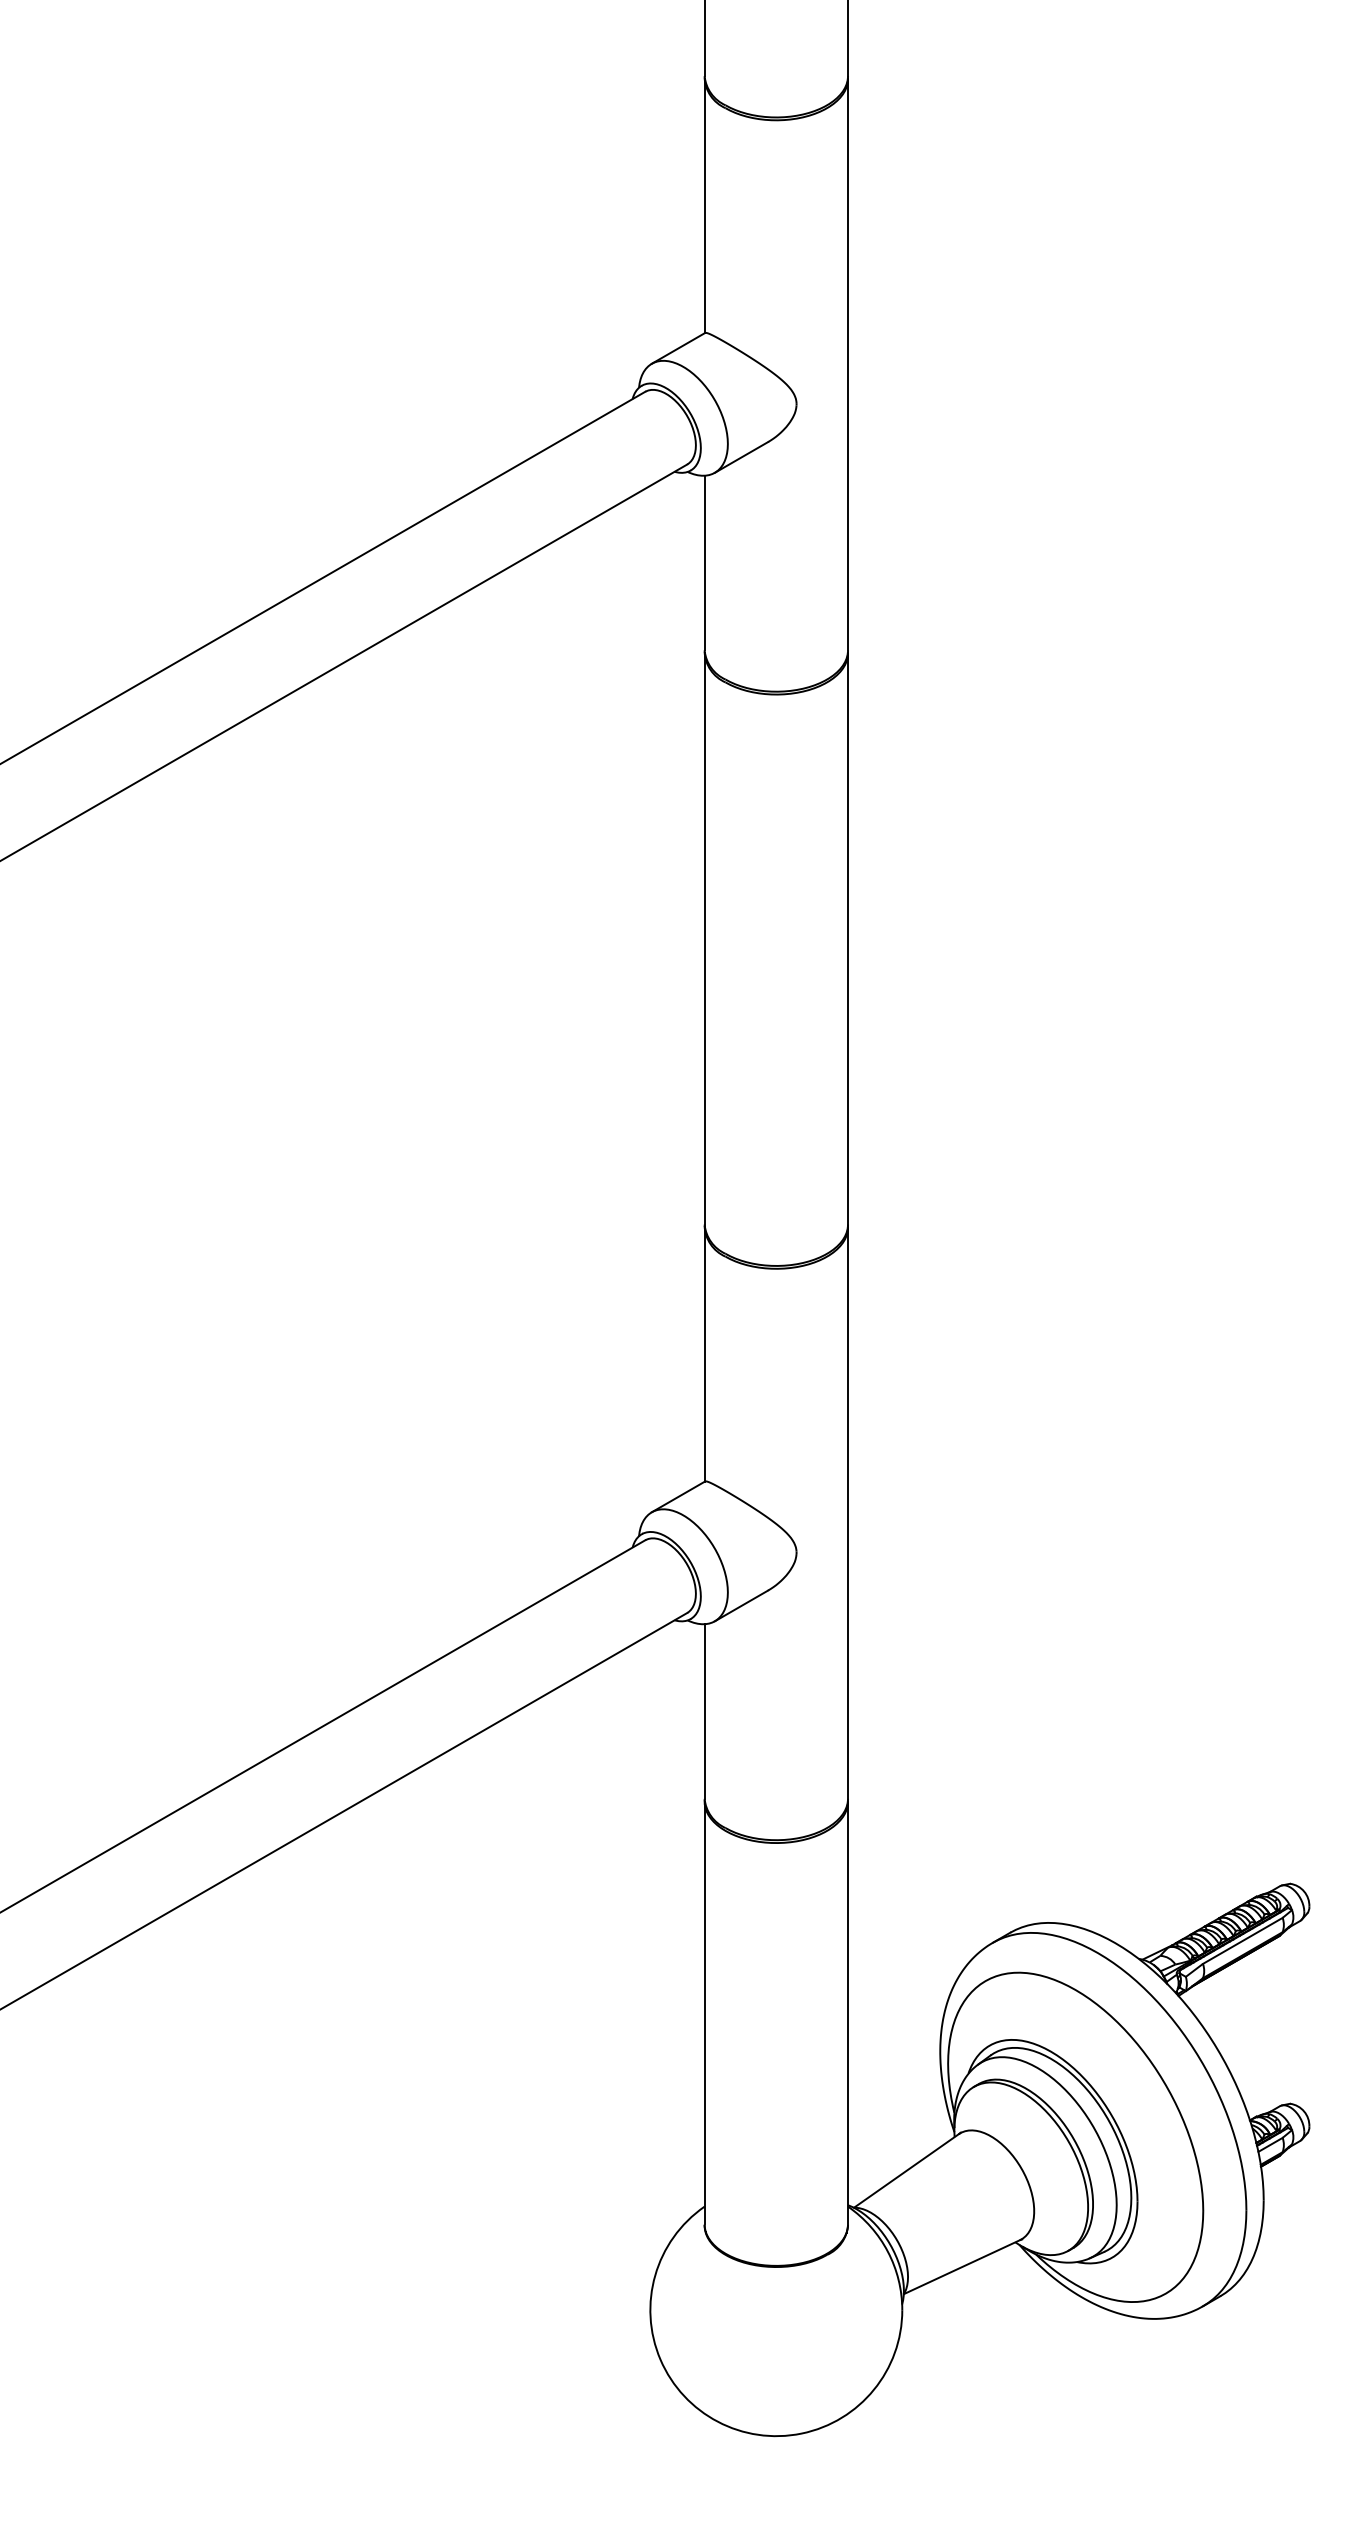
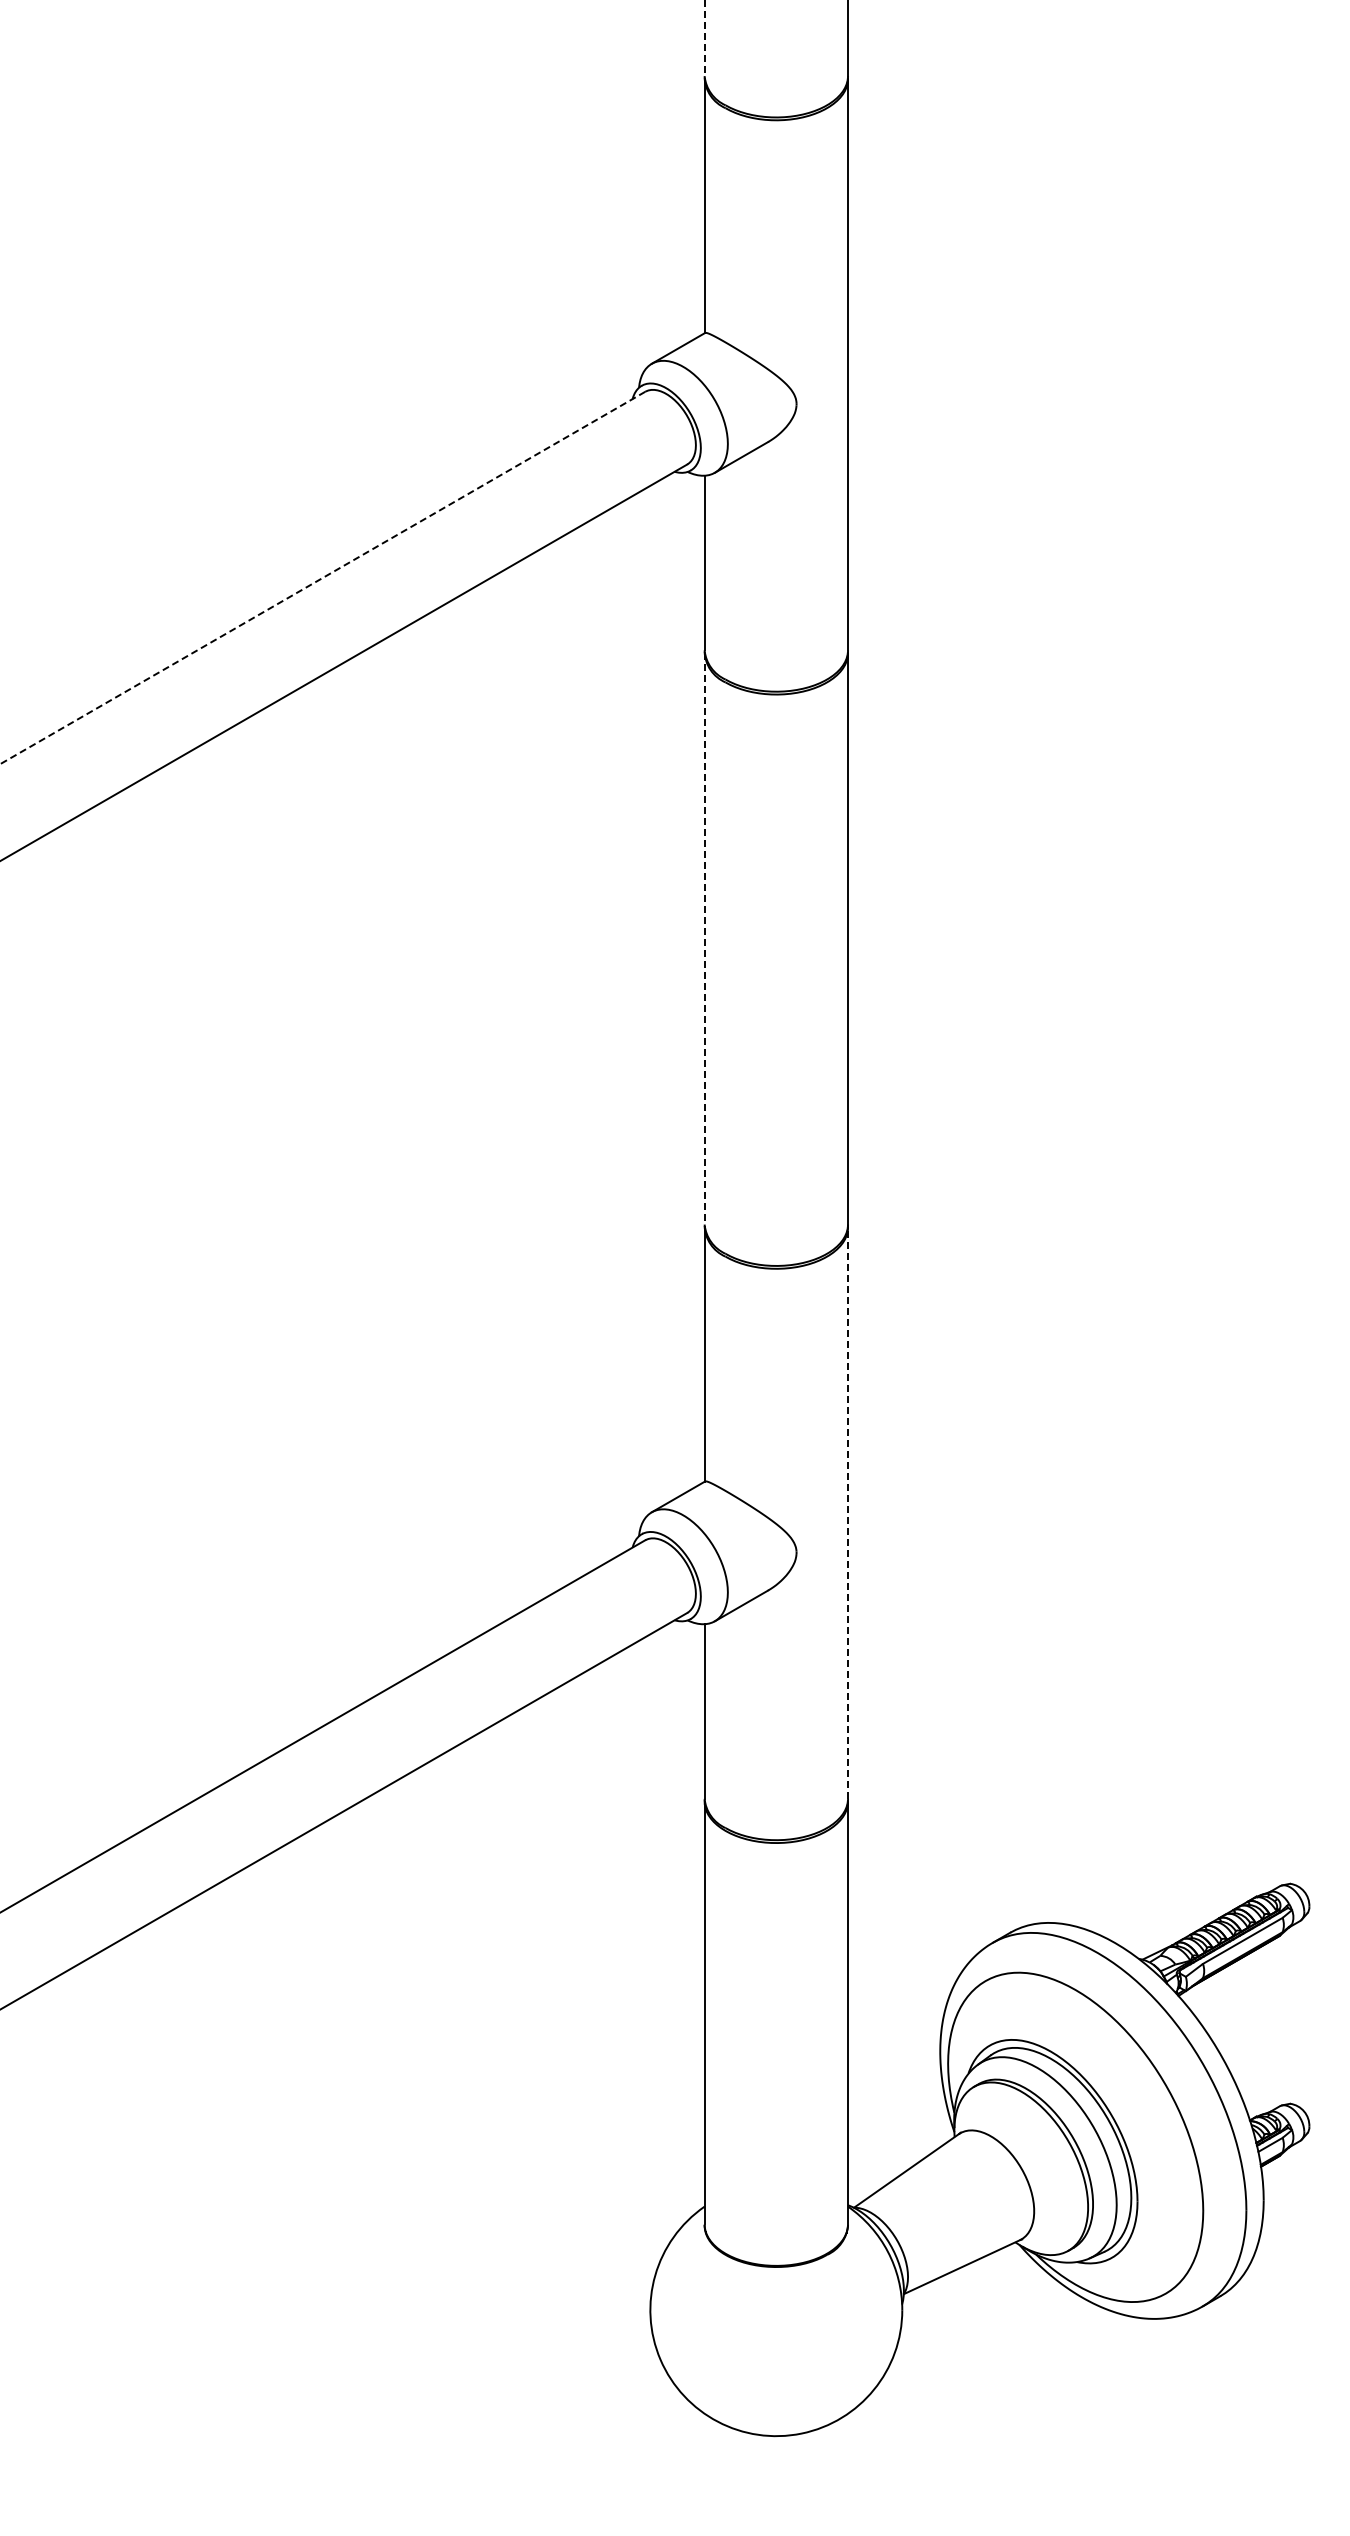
line at (704, 38): solid -> dashed
line at (322, 578): solid -> dashed
line at (704, 938): solid -> dashed
line at (848, 1513): solid -> dashed
